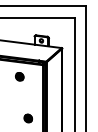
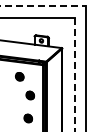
line at (43, 6): solid -> dashed
line at (74, 74): solid -> dashed
part at (29, 95): none -> present
